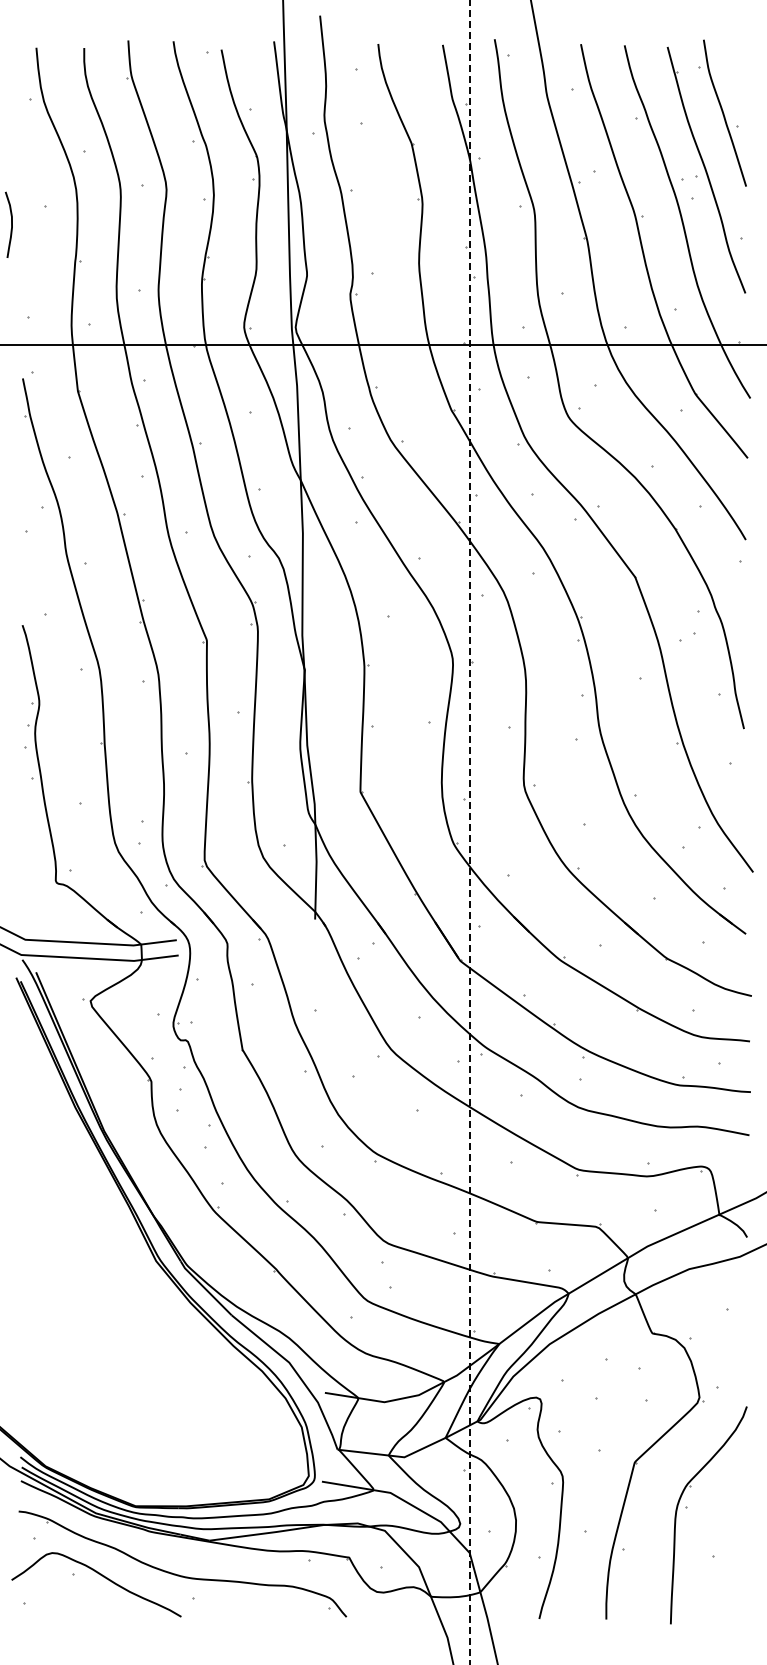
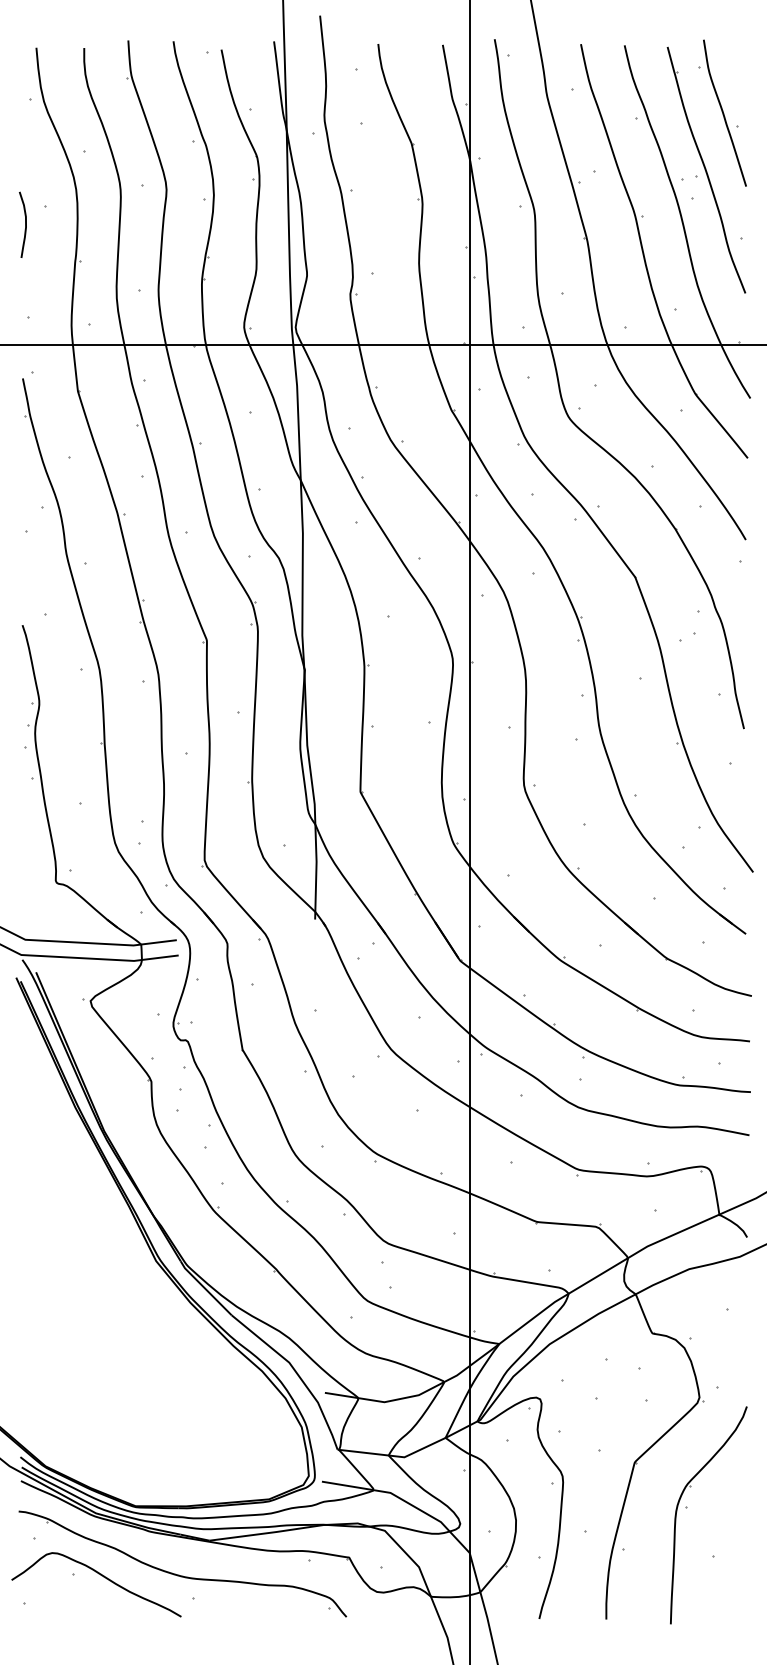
curve at (11, 224) position: (11, 224) -> (25, 224)
line at (470, 831): dashed -> solid
